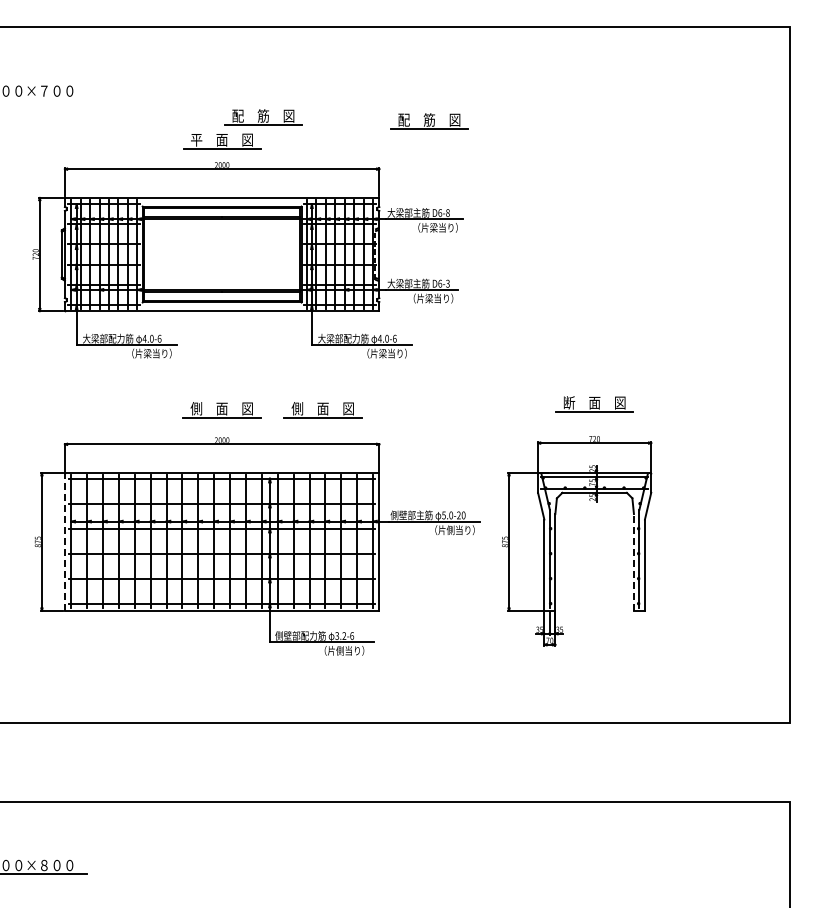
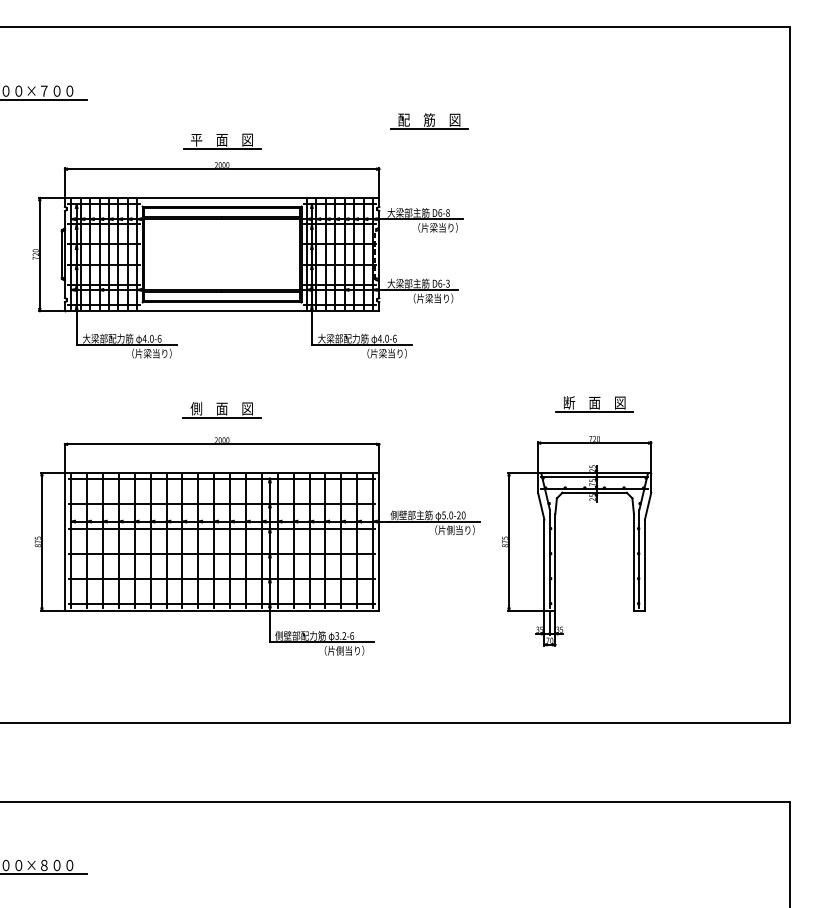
line at (44, 99): none -> present
part at (263, 117): present -> none
part at (322, 410): present -> none
line at (64, 541): dashed -> solid
line at (633, 561): dashed -> solid
